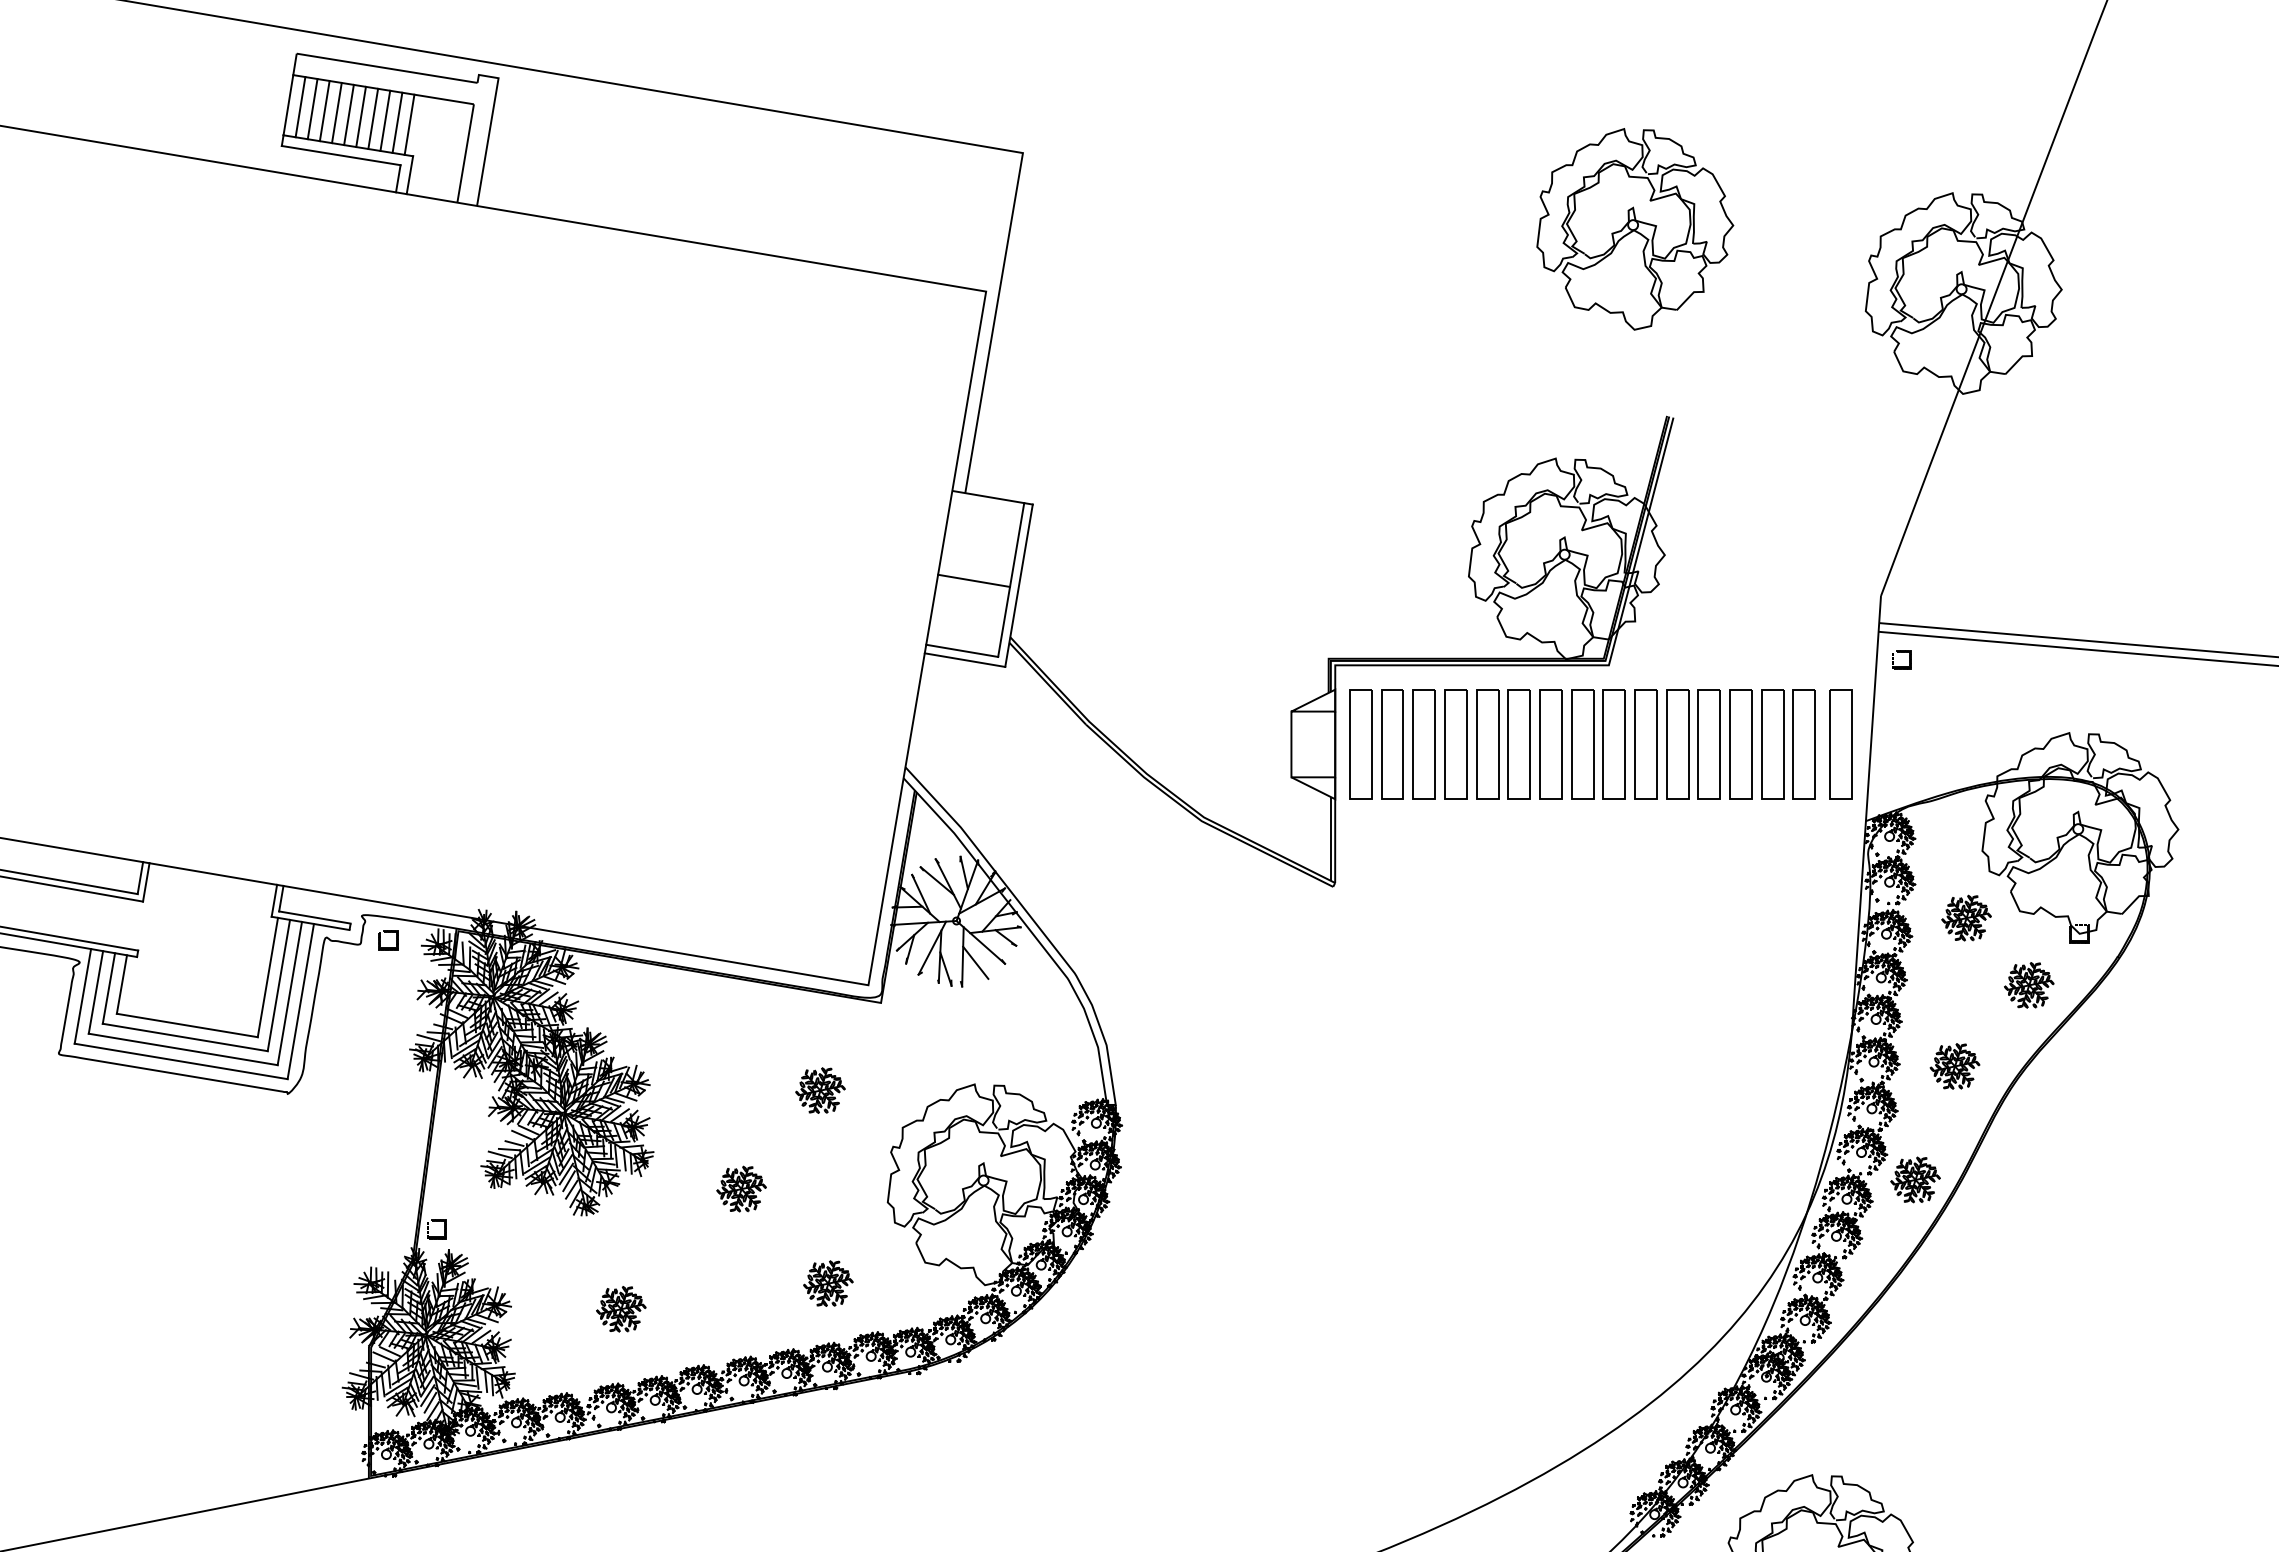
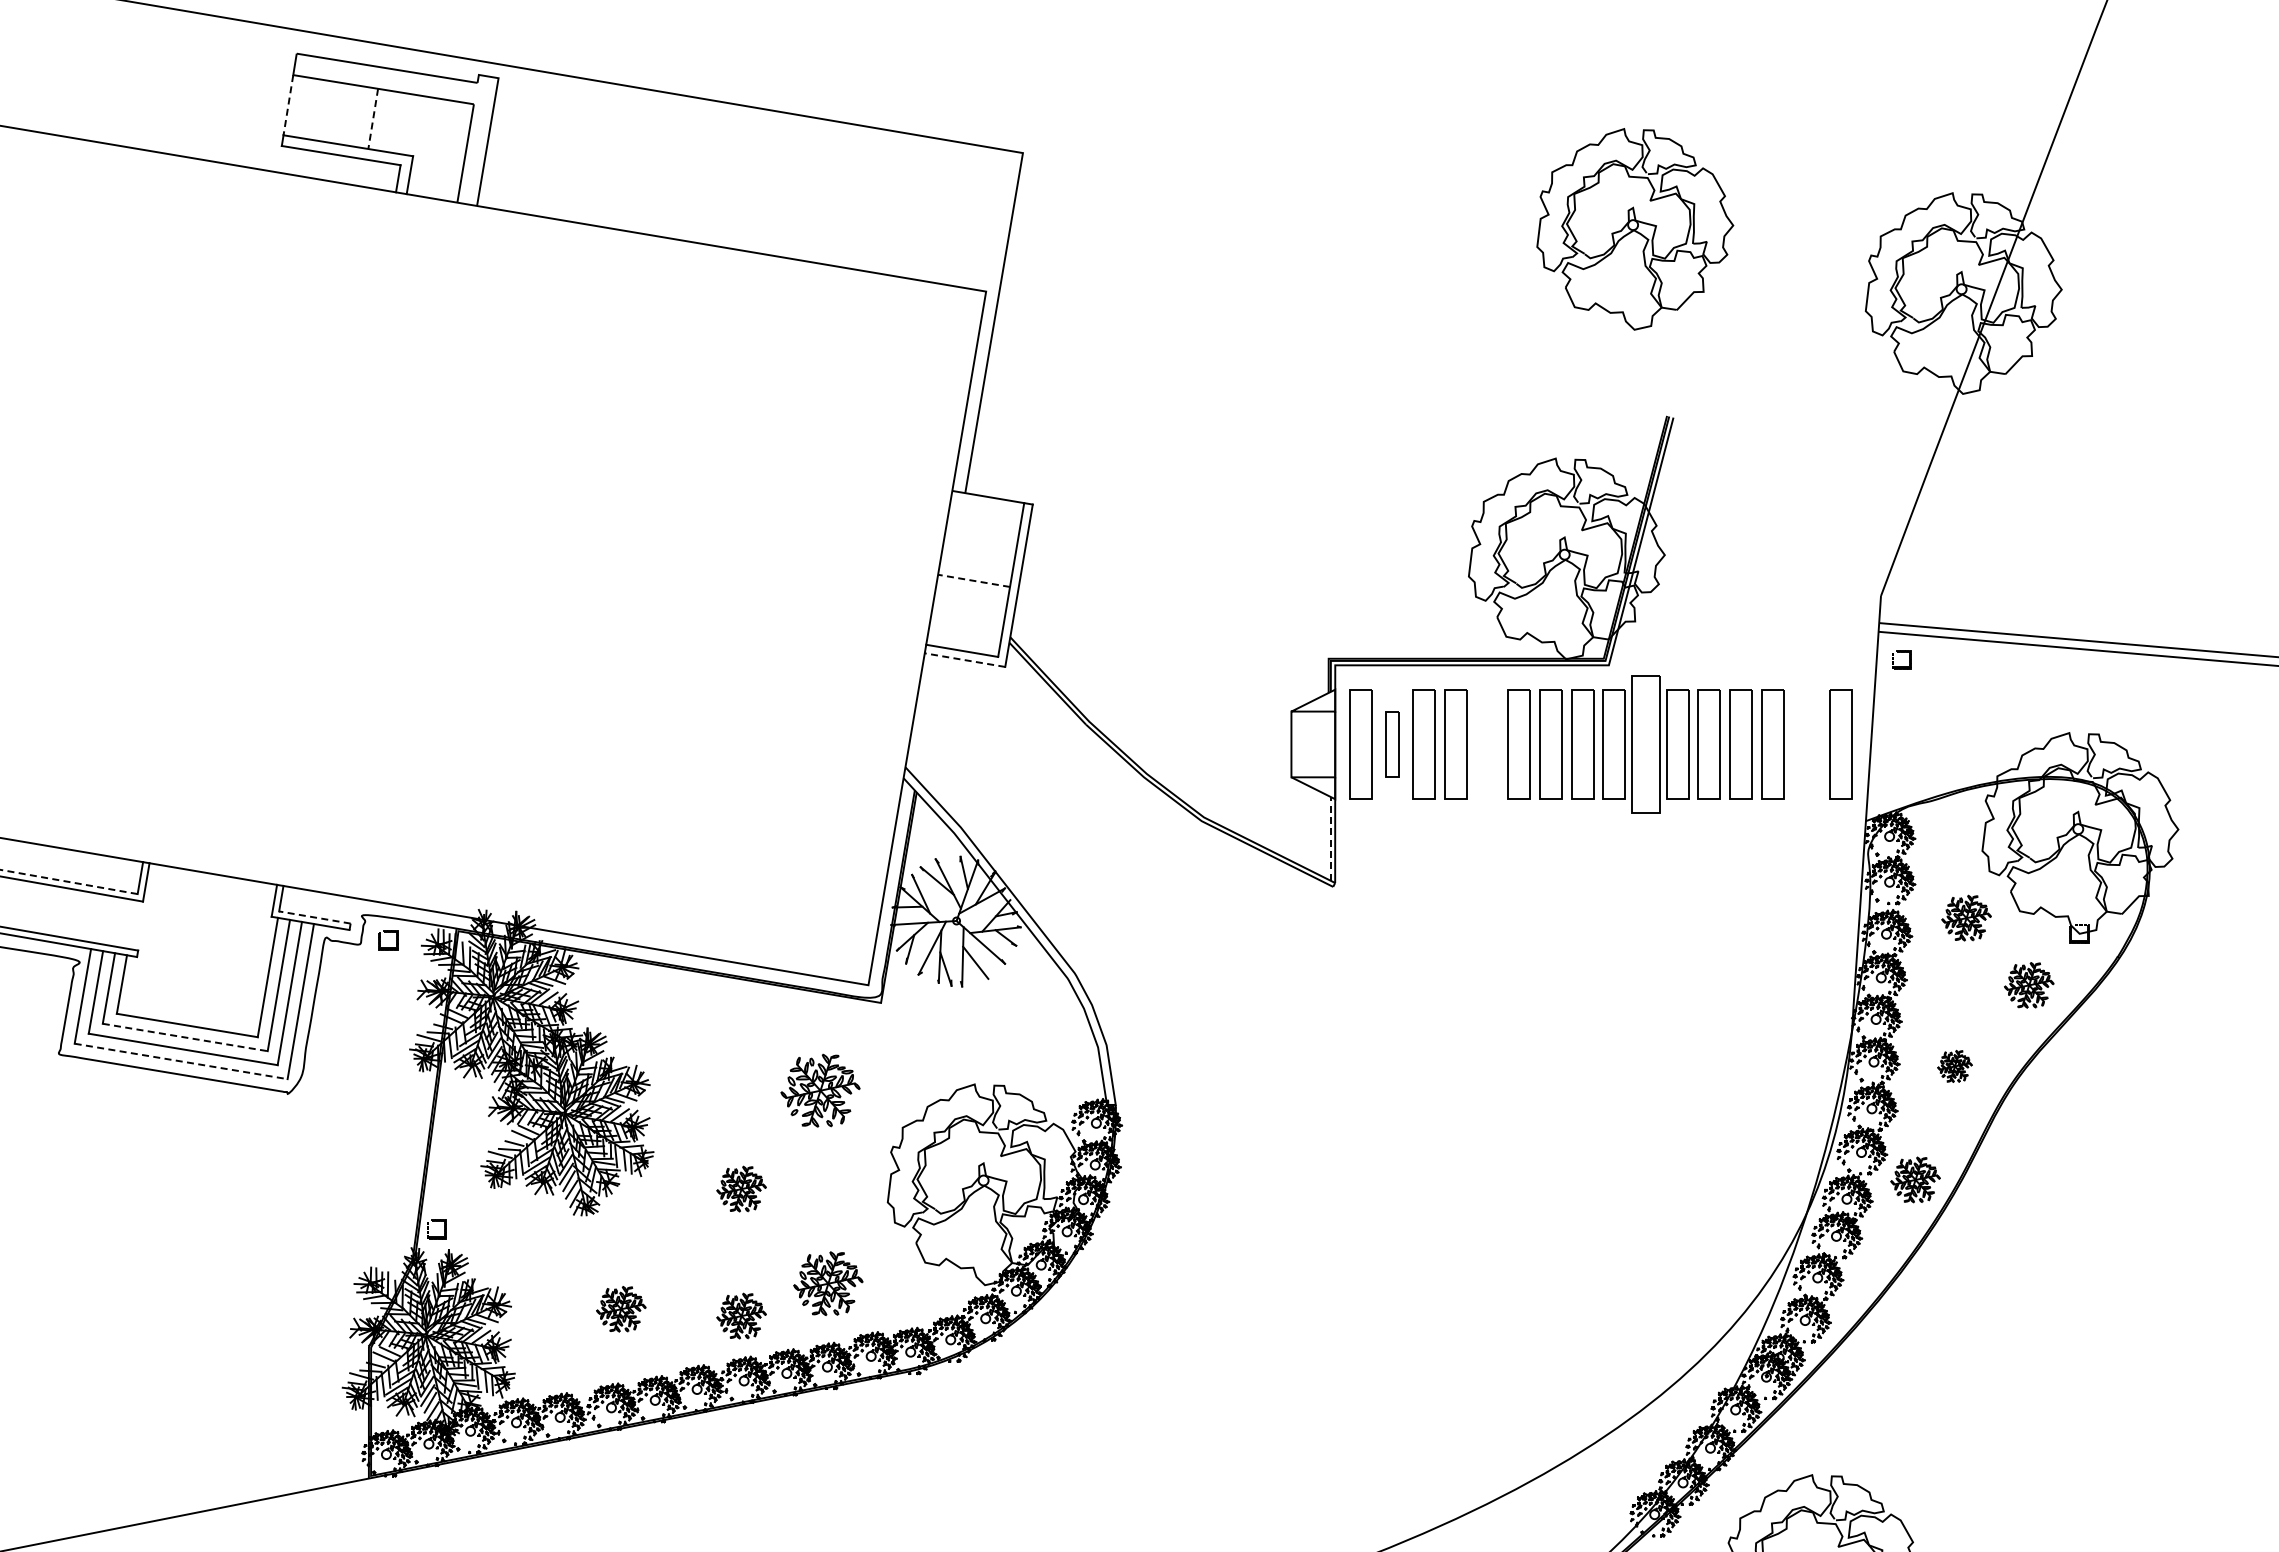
line at (288, 105): solid -> dashed
line at (300, 107): present -> none
line at (312, 109): present -> none
line at (324, 110): present -> none
line at (336, 112): present -> none
line at (348, 114): present -> none
line at (360, 116): present -> none
line at (373, 119): solid -> dashed
line at (385, 120): present -> none
line at (397, 122): present -> none
line at (409, 124): present -> none
line at (973, 580): solid -> dashed
line at (965, 660): solid -> dashed
part at (1392, 744) size: 23x111 px -> 15x67 px
part at (1487, 744): present -> none
part at (1645, 744) size: 24x111 px -> 30x139 px
part at (1803, 744): present -> none
line at (1330, 838): solid -> dashed
line at (68, 881): solid -> dashed
line at (314, 917): solid -> dashed
line at (185, 1037): solid -> dashed
line at (181, 1061): solid -> dashed
part at (1954, 1066) size: 52x47 px -> 36x34 px
part at (820, 1090) size: 51x47 px -> 81x75 px
part at (828, 1283) size: 51x47 px -> 71x65 px
part at (741, 1315): none -> present
